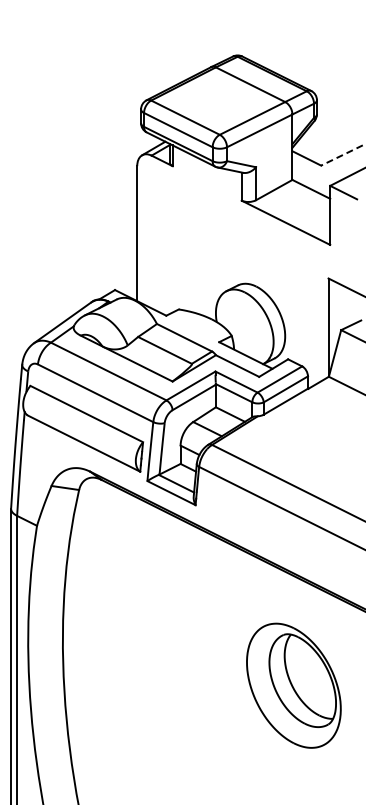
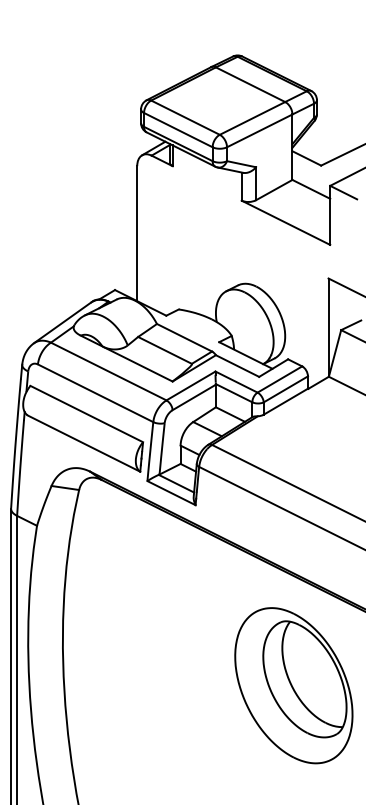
line at (342, 155): dashed -> solid
part at (293, 685) size: 96x127 px -> 120x158 px
